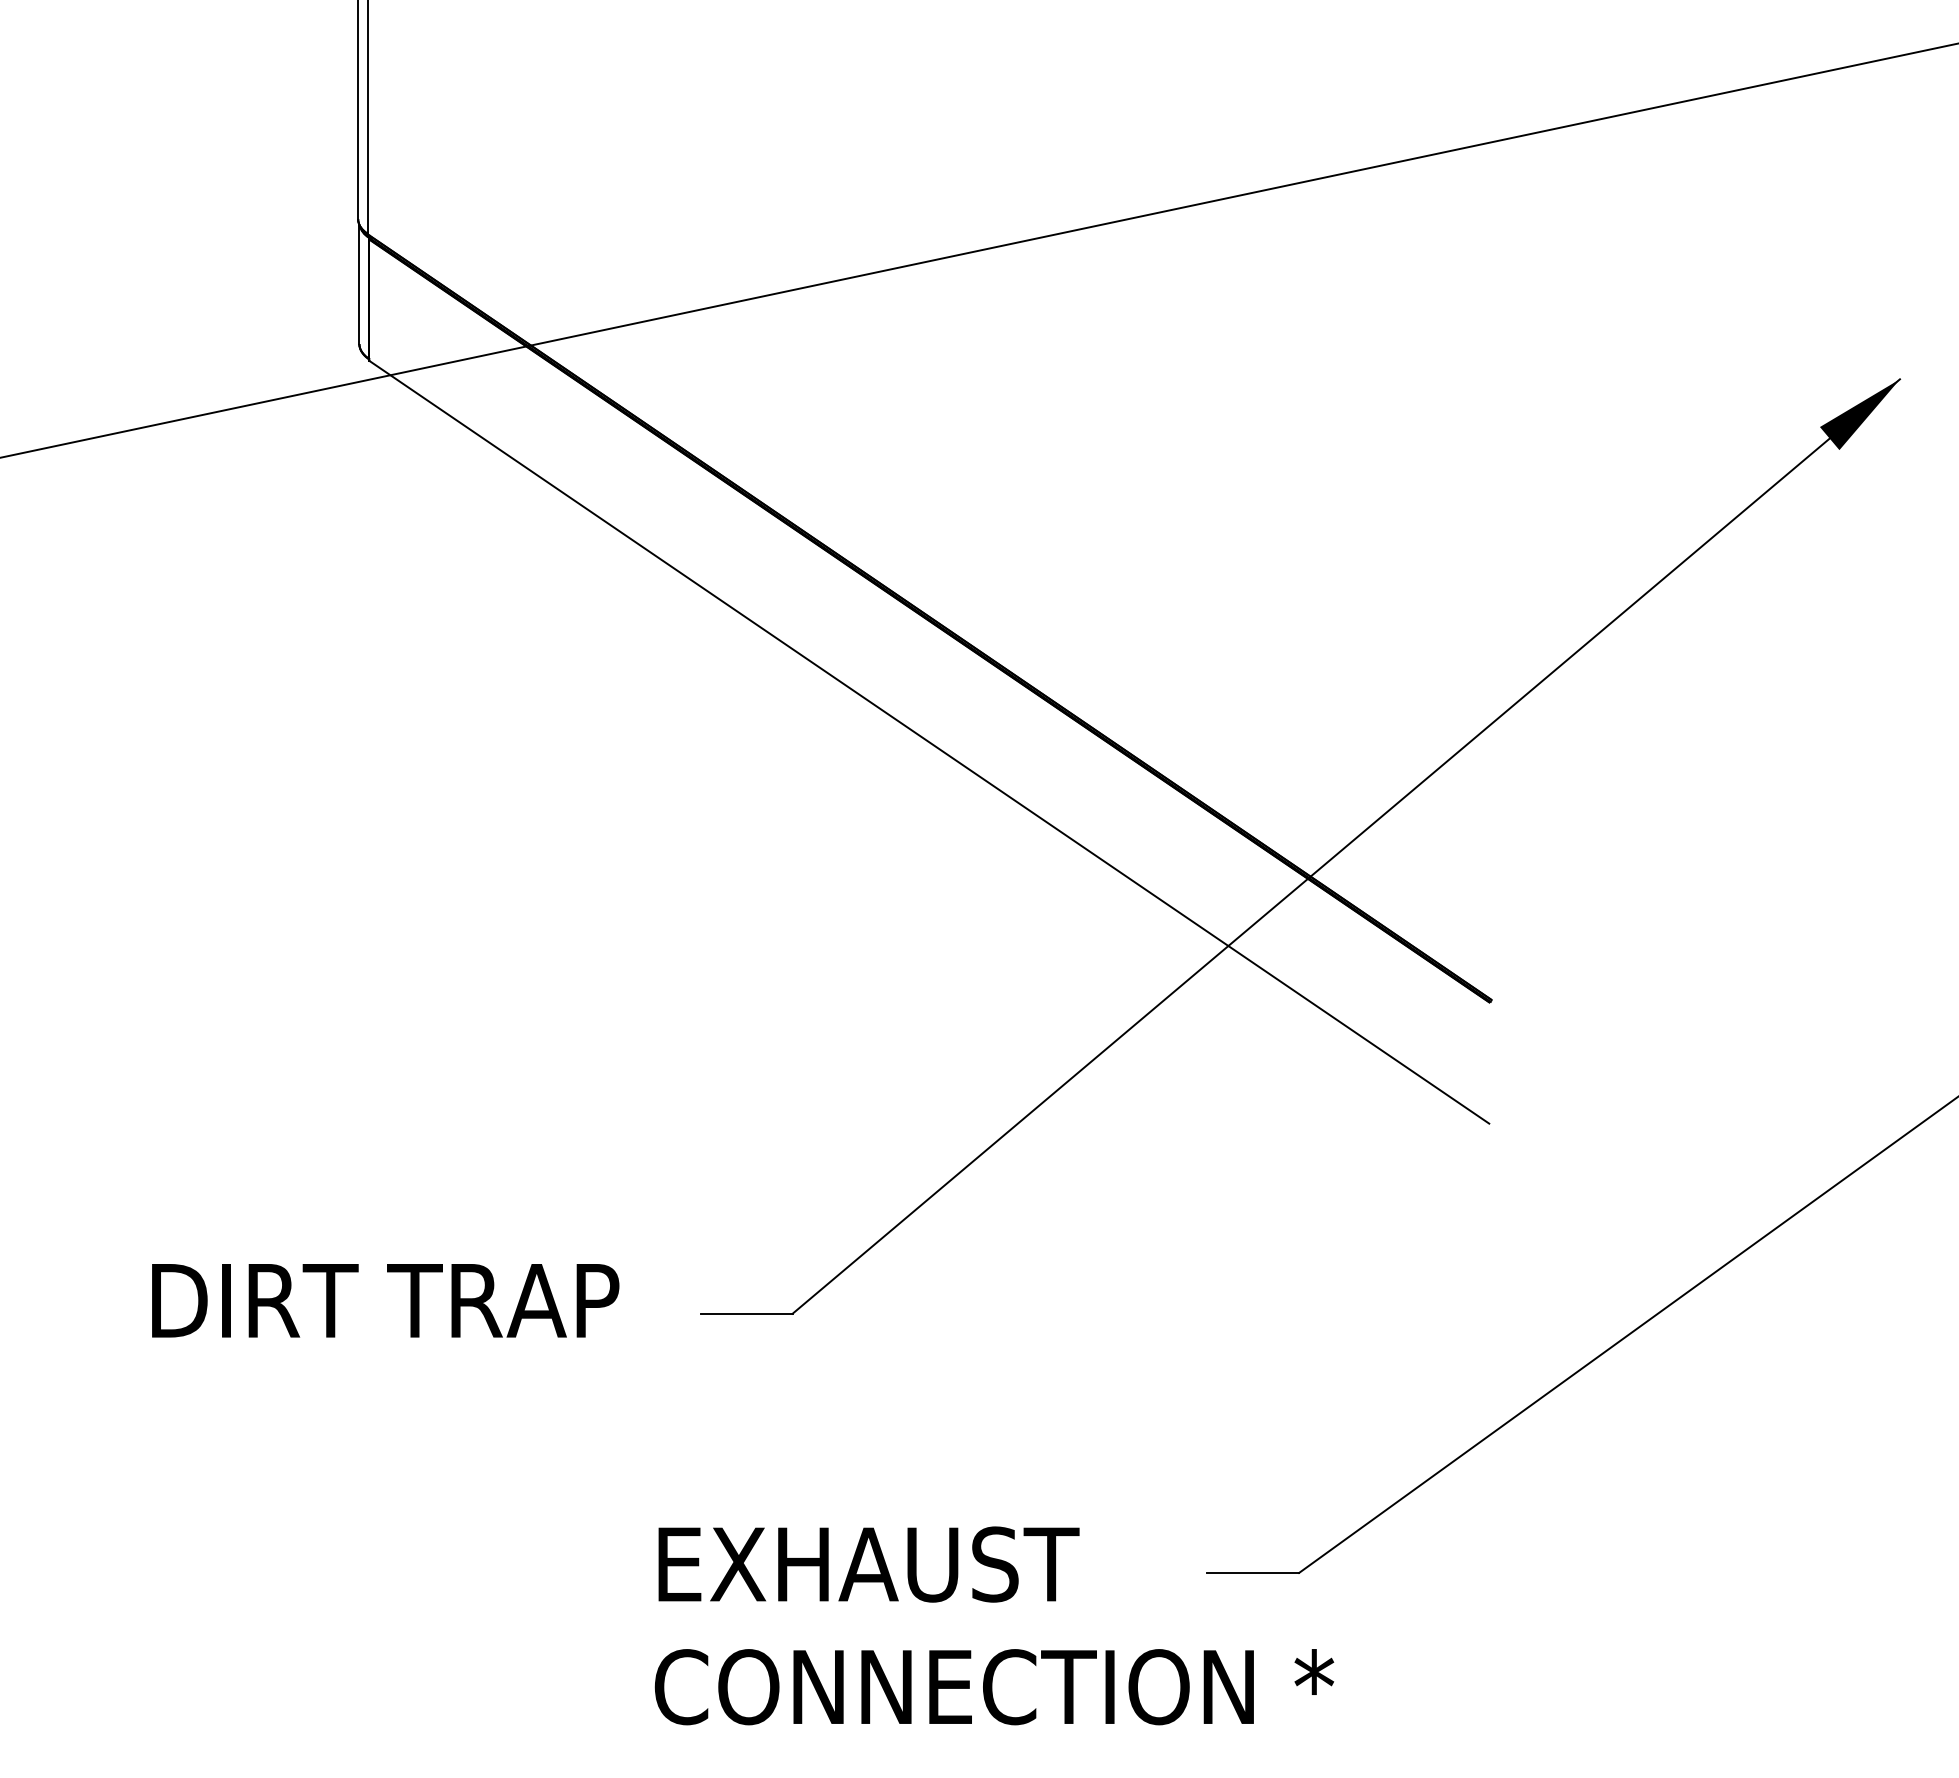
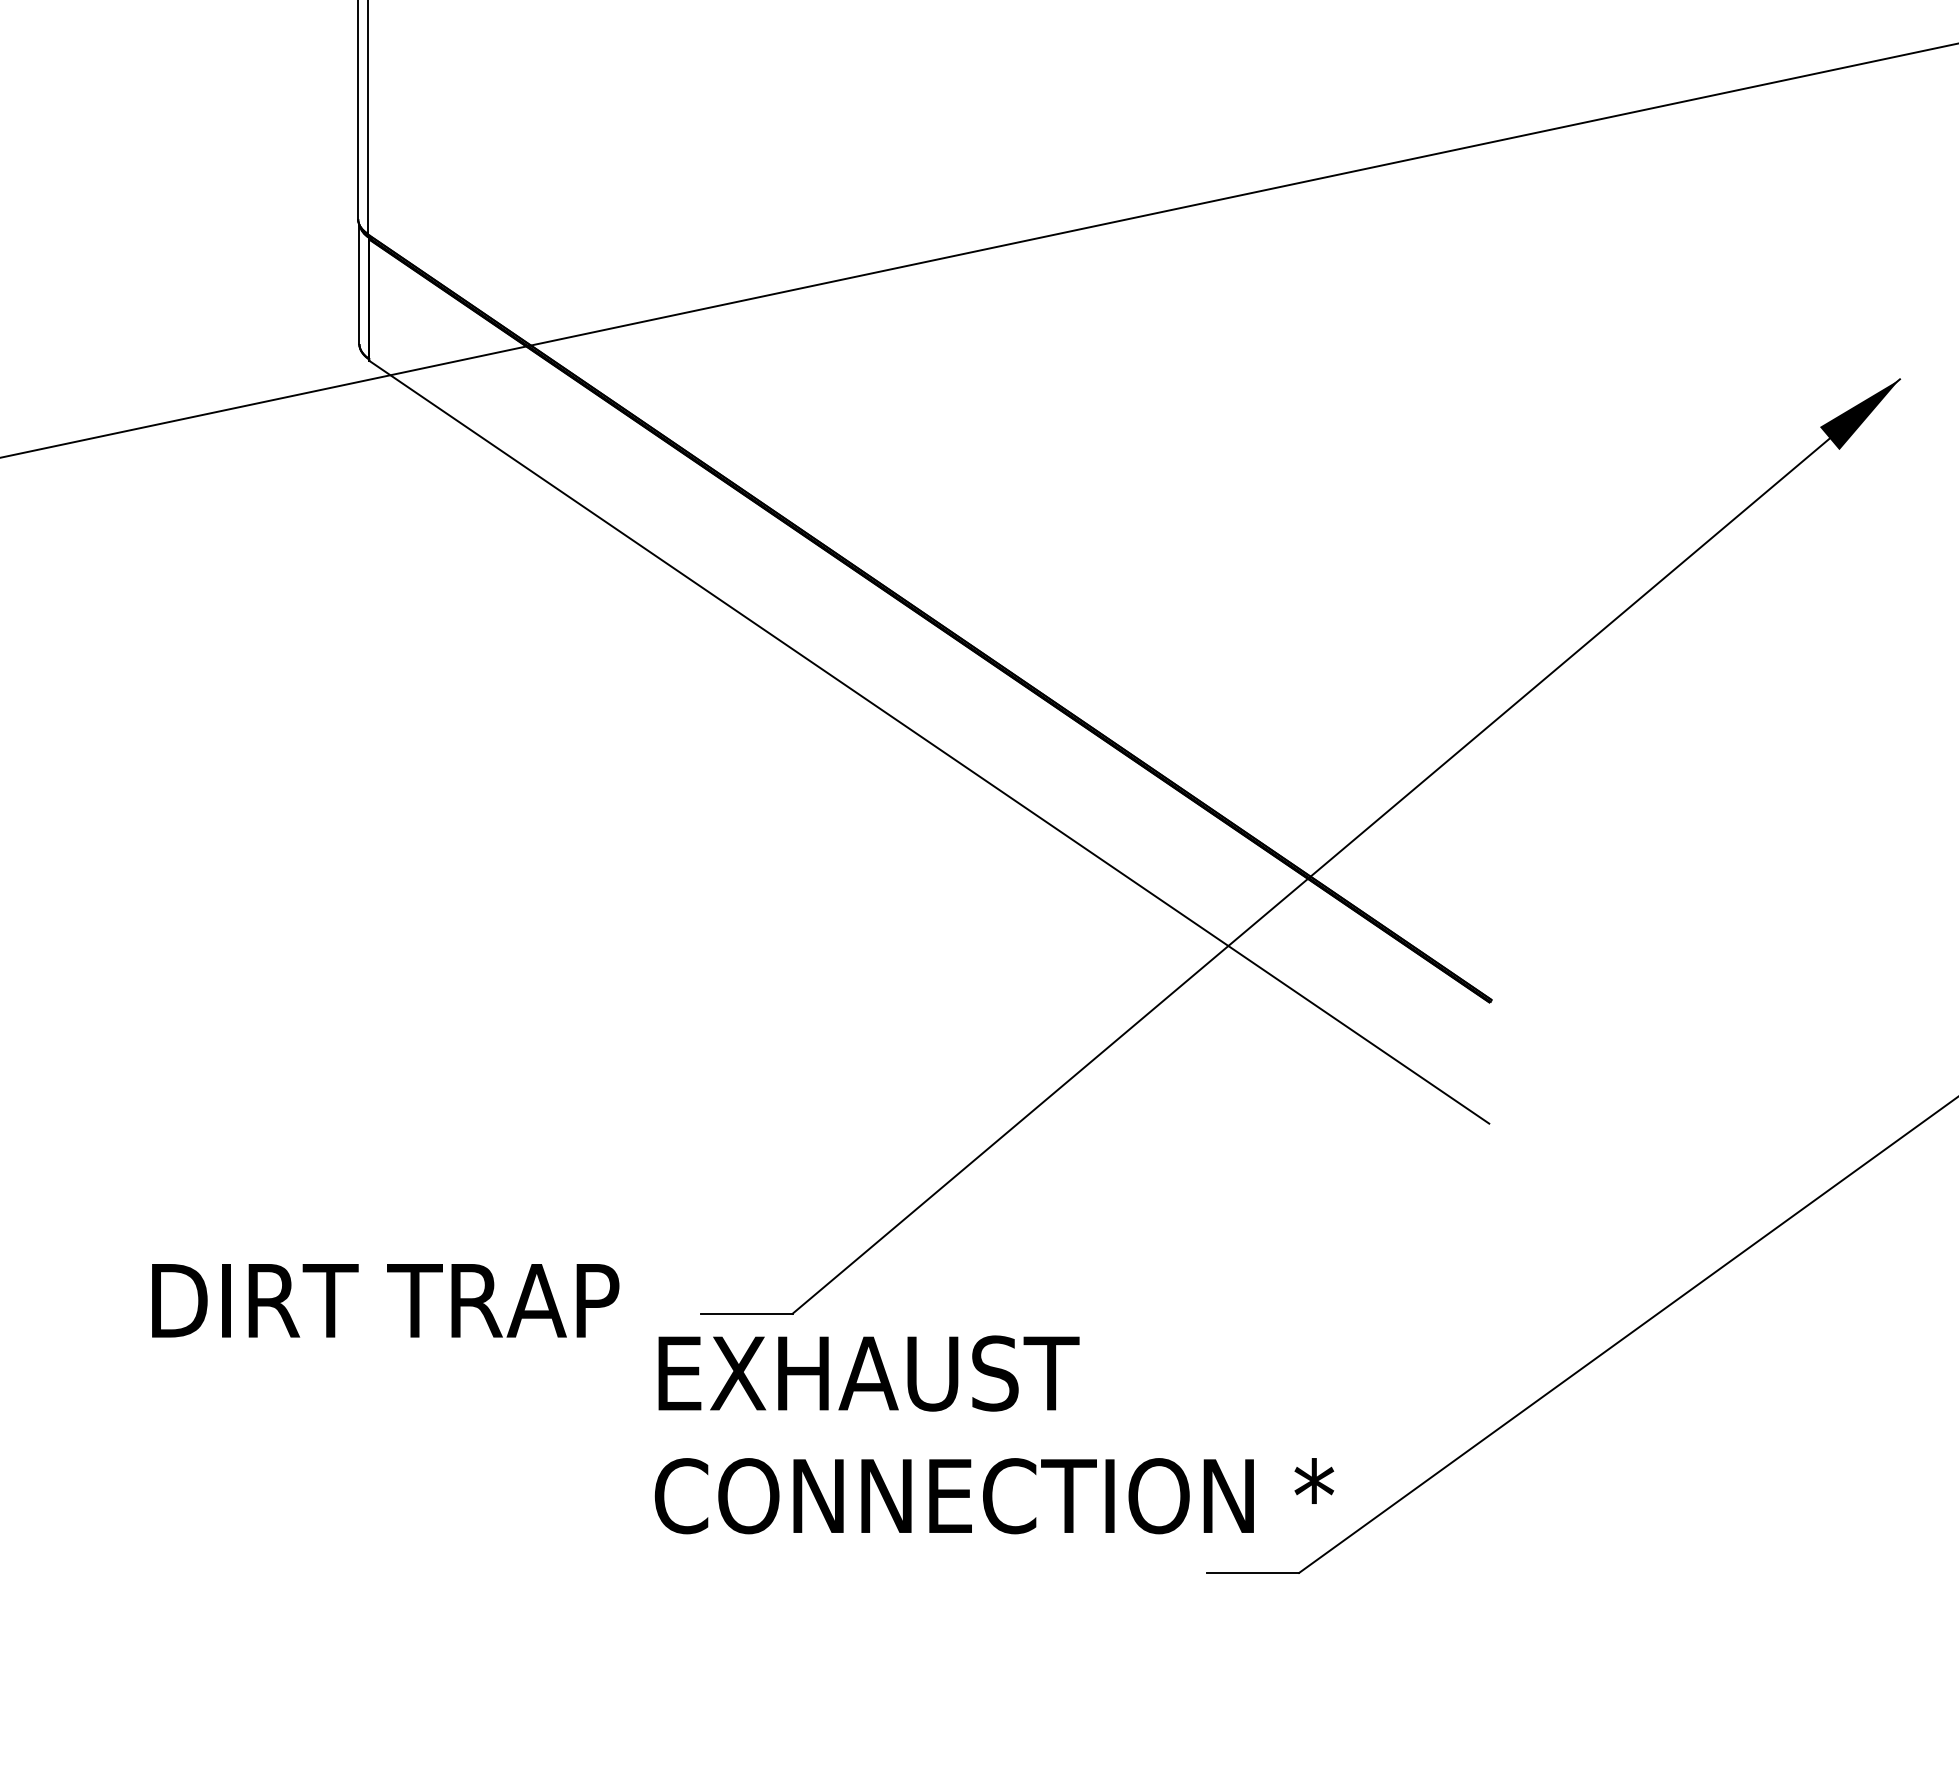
text at (994, 1625) position: (994, 1625) -> (994, 1434)
